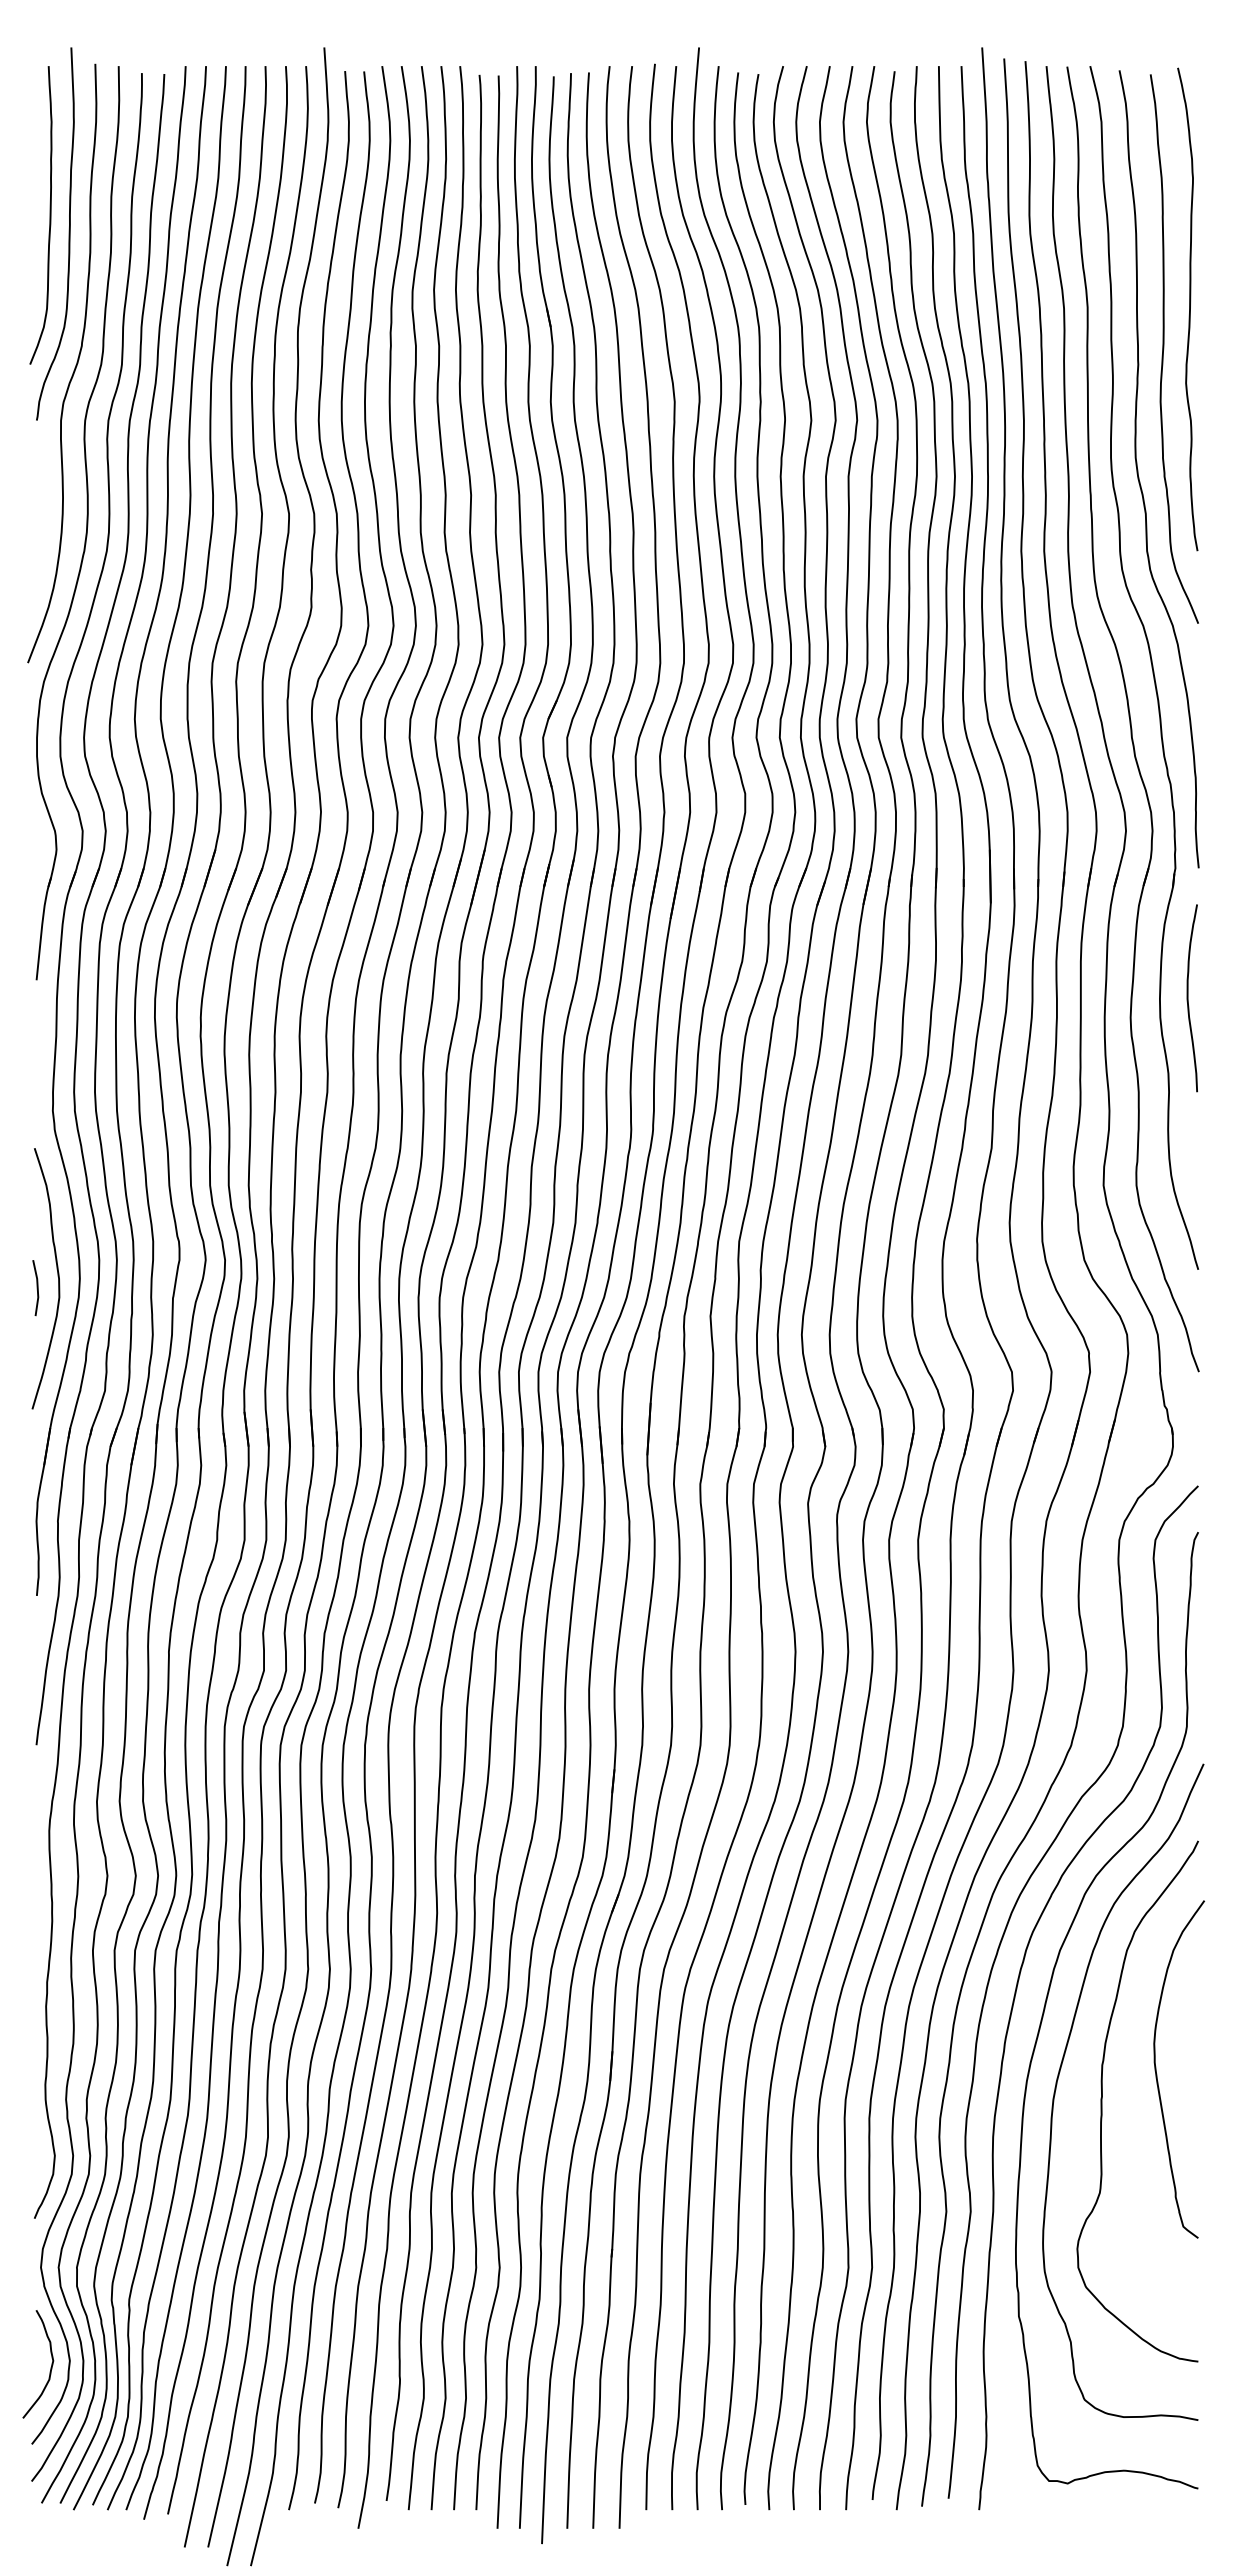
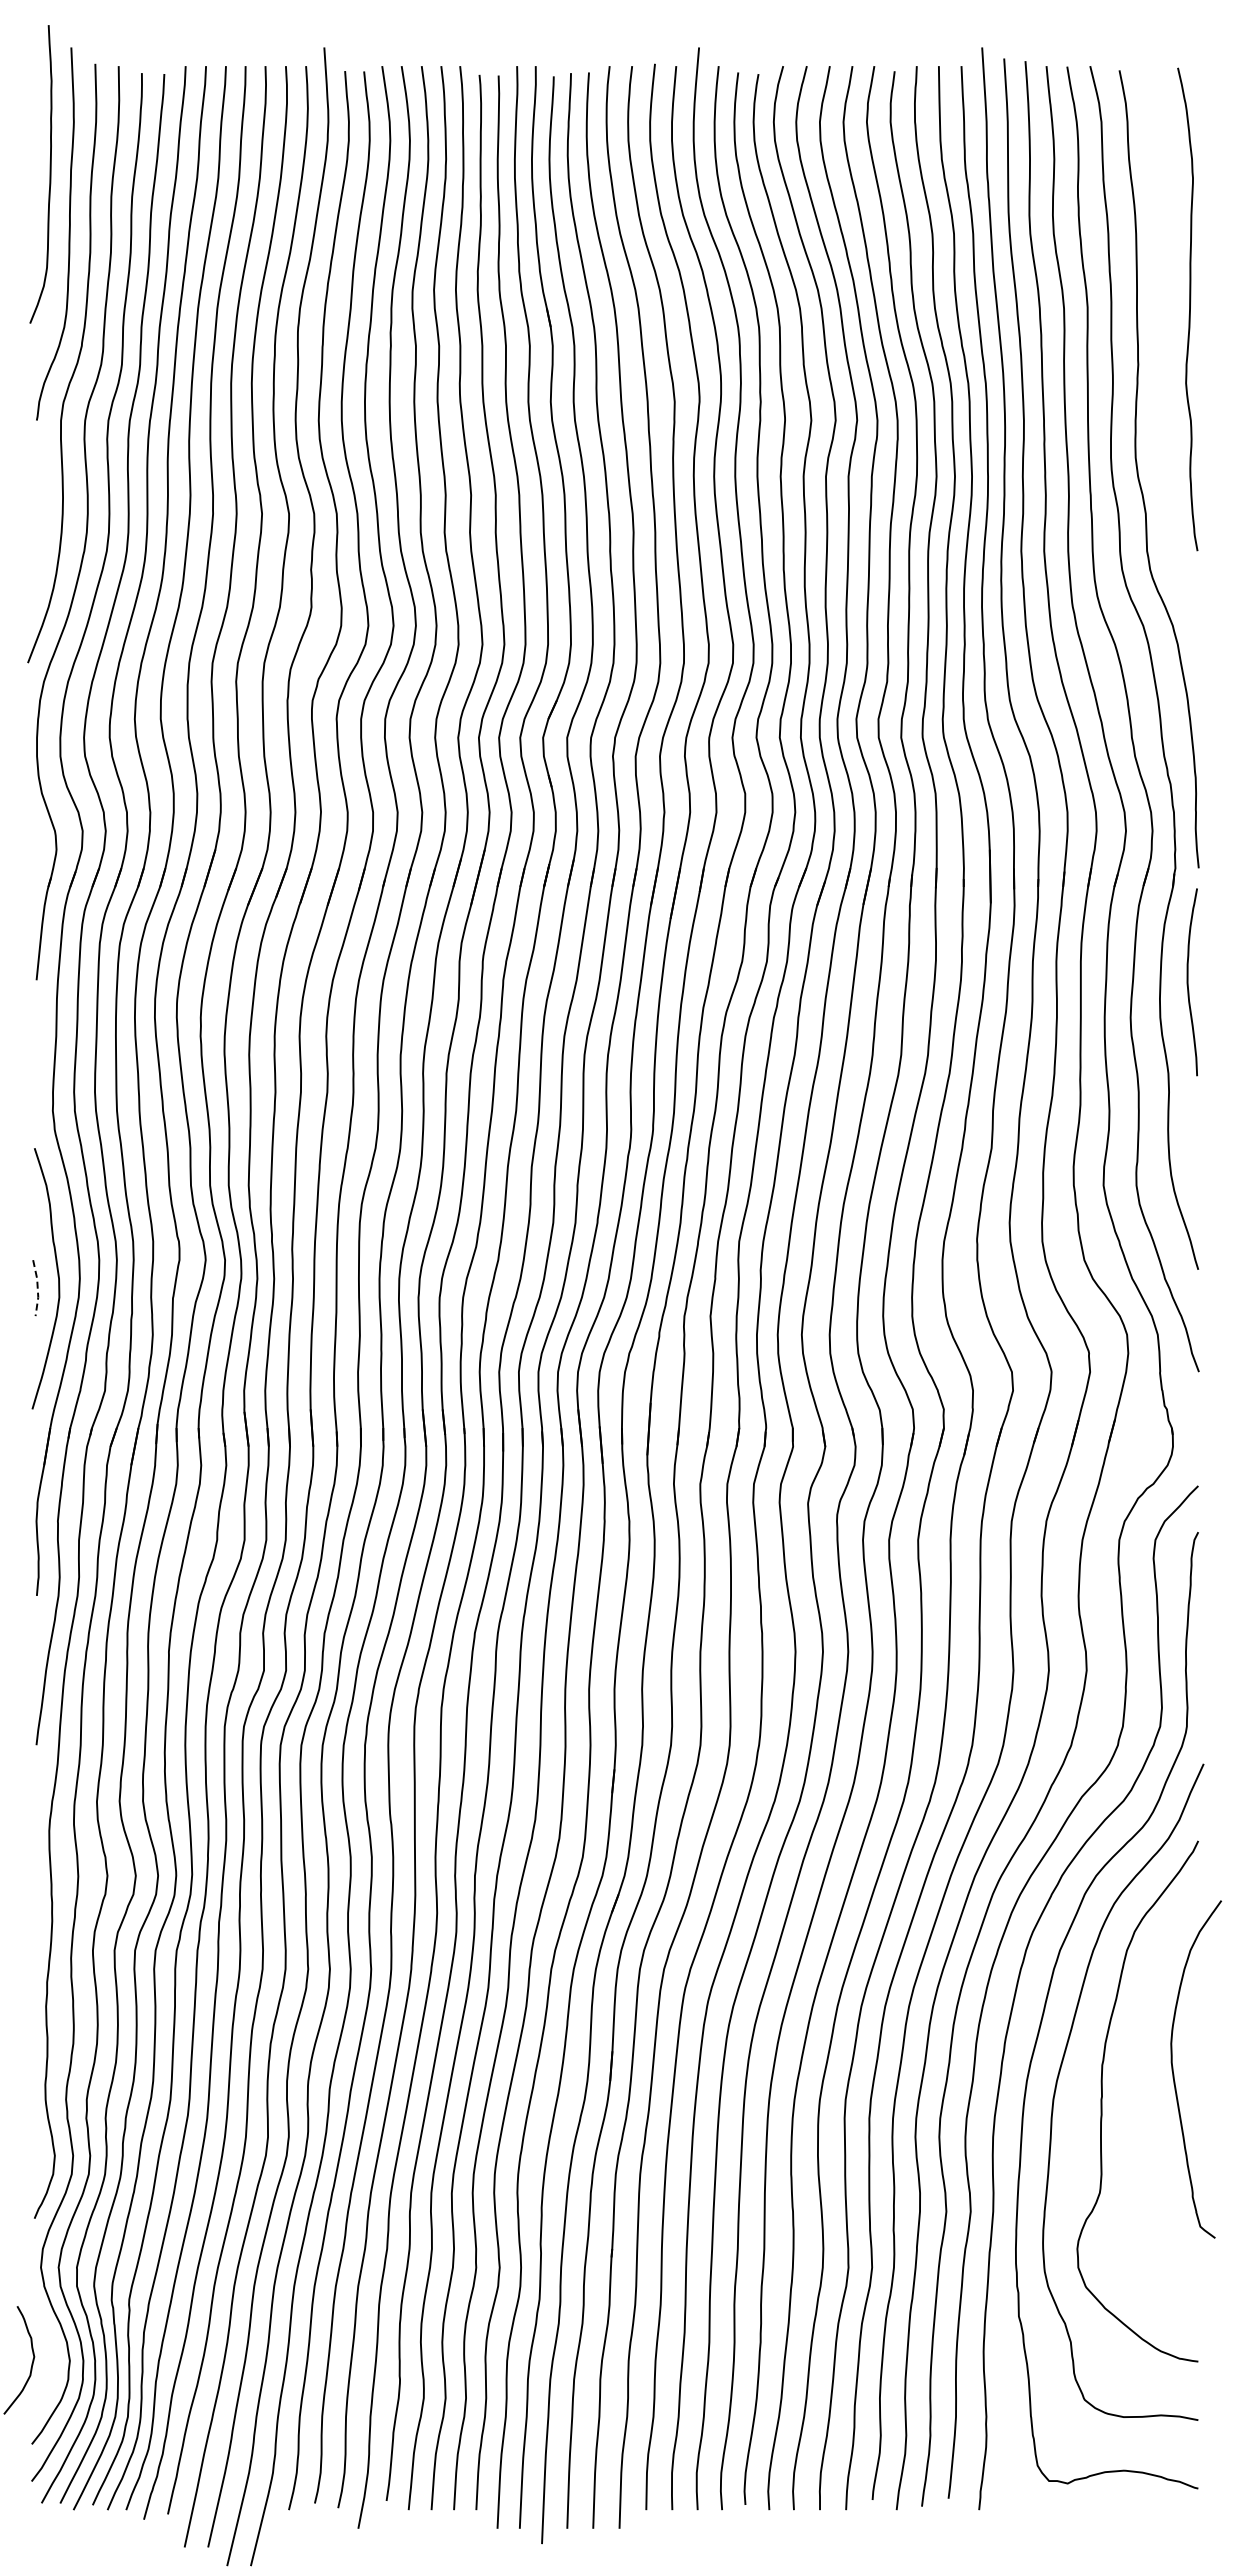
curve at (49, 215) position: (49, 215) -> (49, 174)
curve at (1164, 348): present -> none
curve at (1188, 998) position: (1188, 998) -> (1188, 982)
line at (37, 1287): solid -> dashed
curve at (1157, 2074) position: (1157, 2074) -> (1174, 2074)
curve at (50, 2367) position: (50, 2367) -> (31, 2363)
